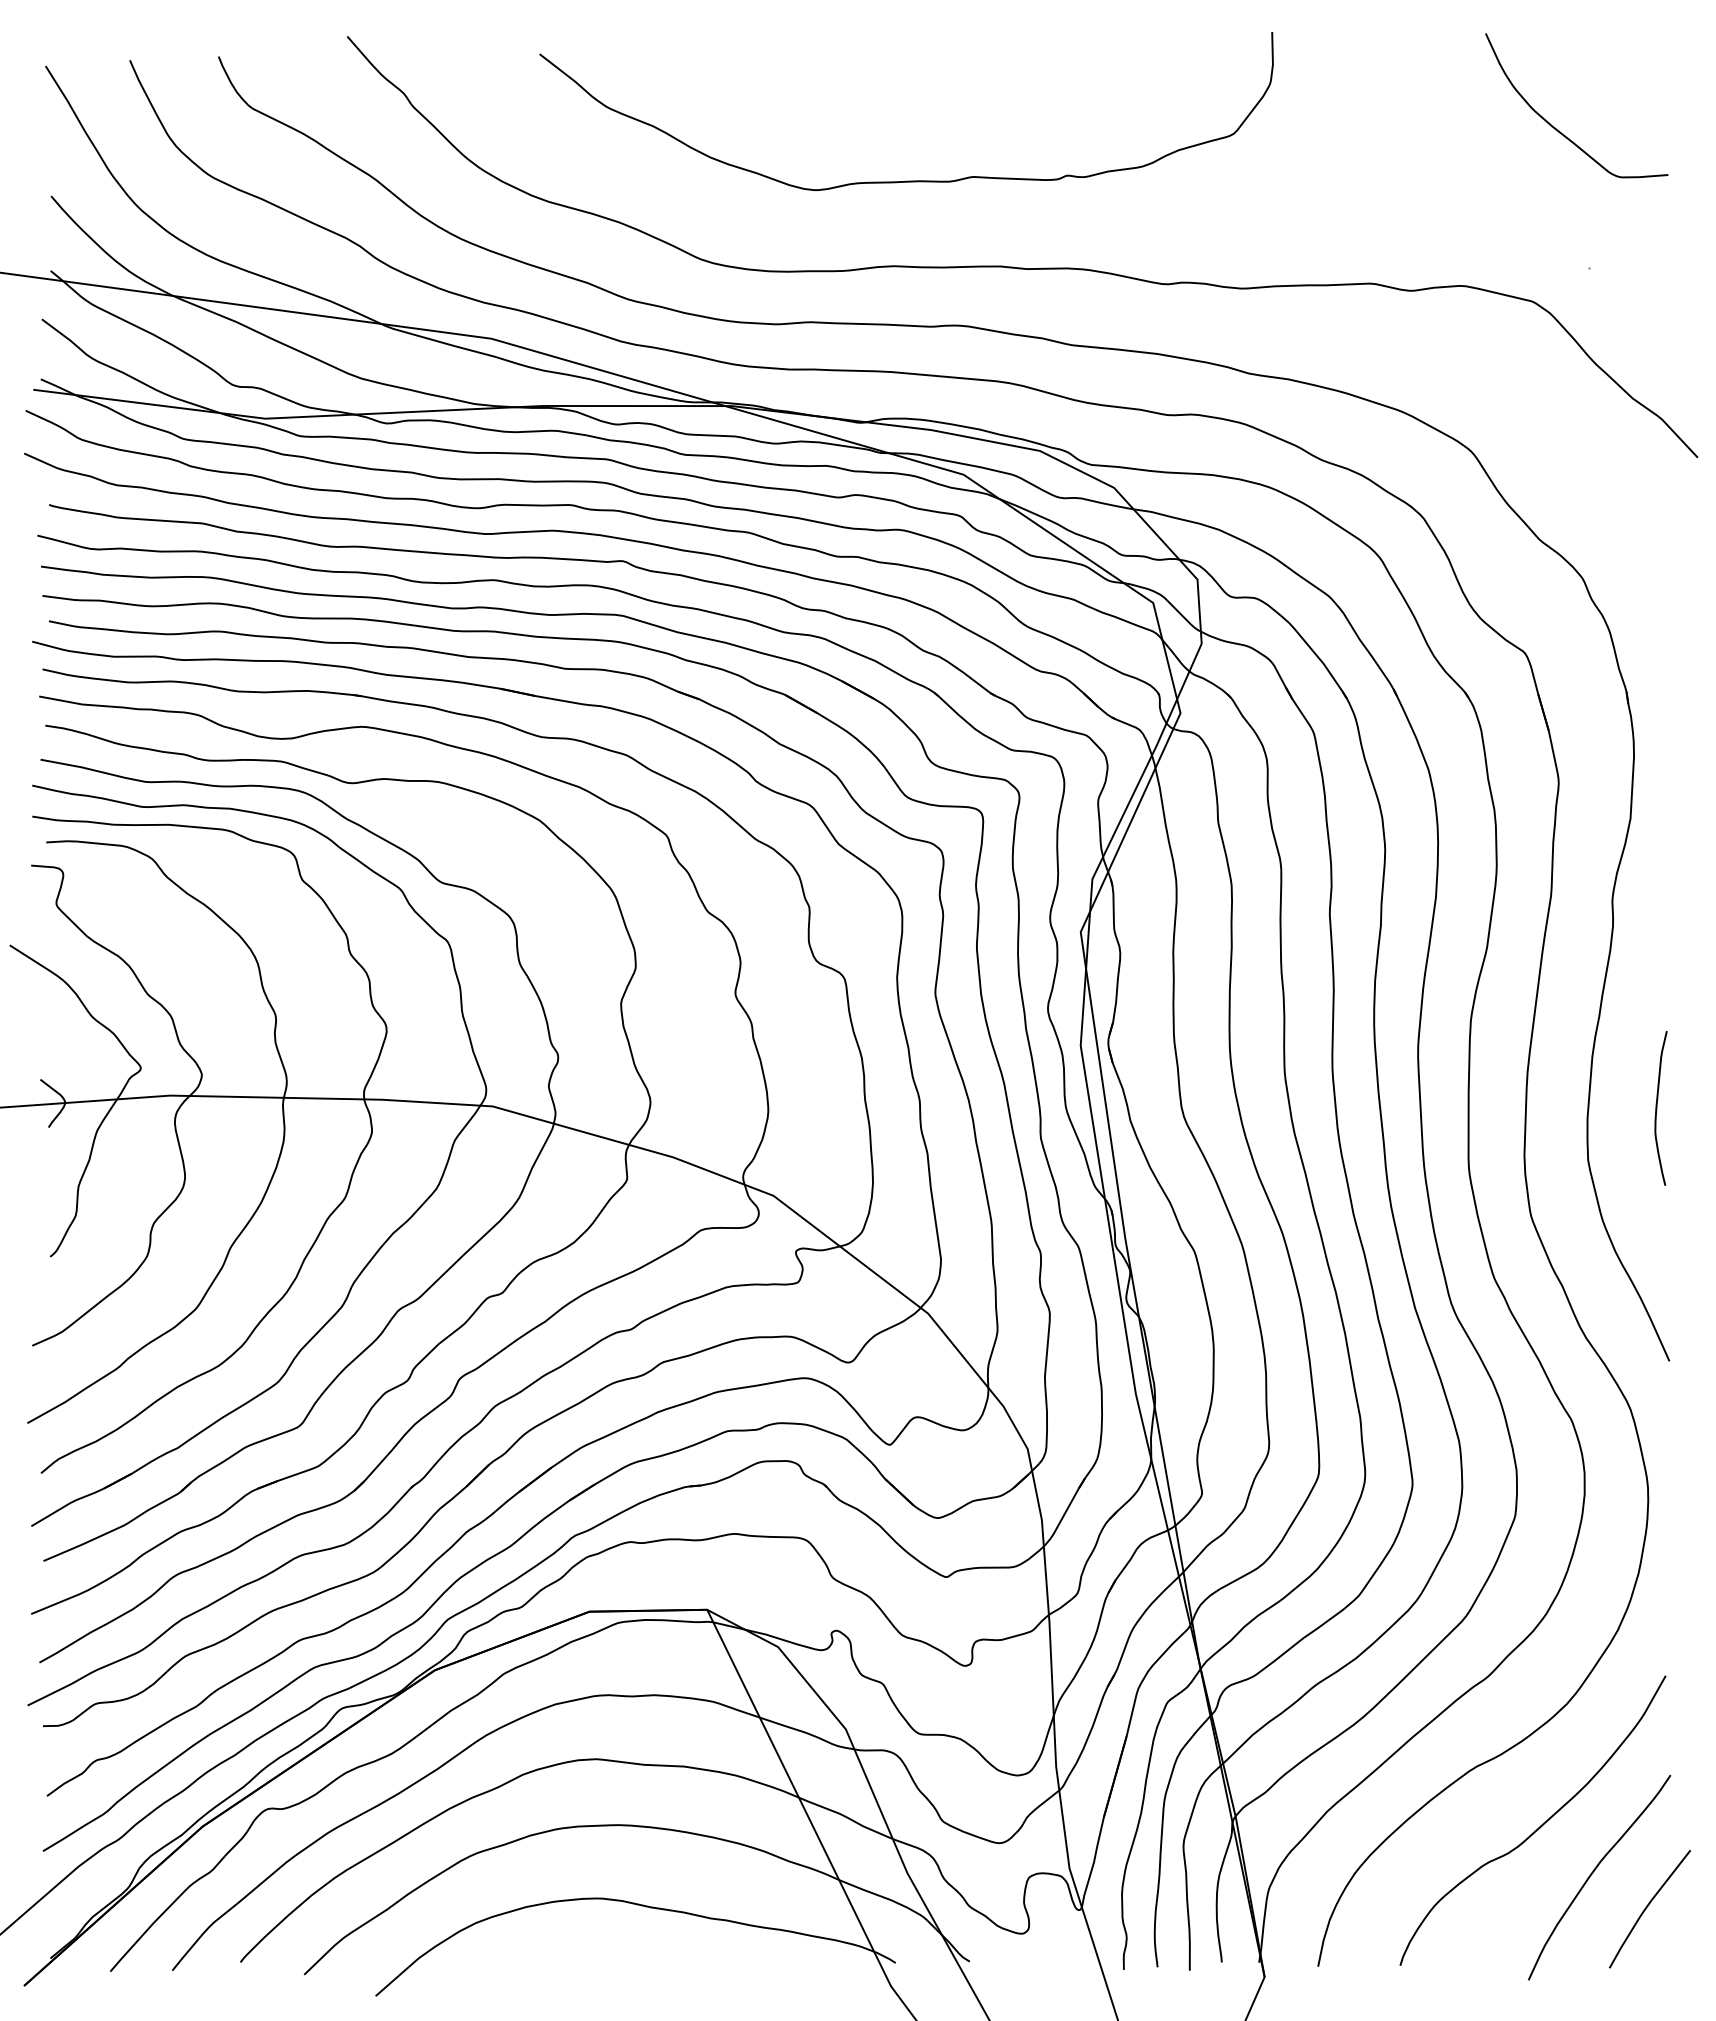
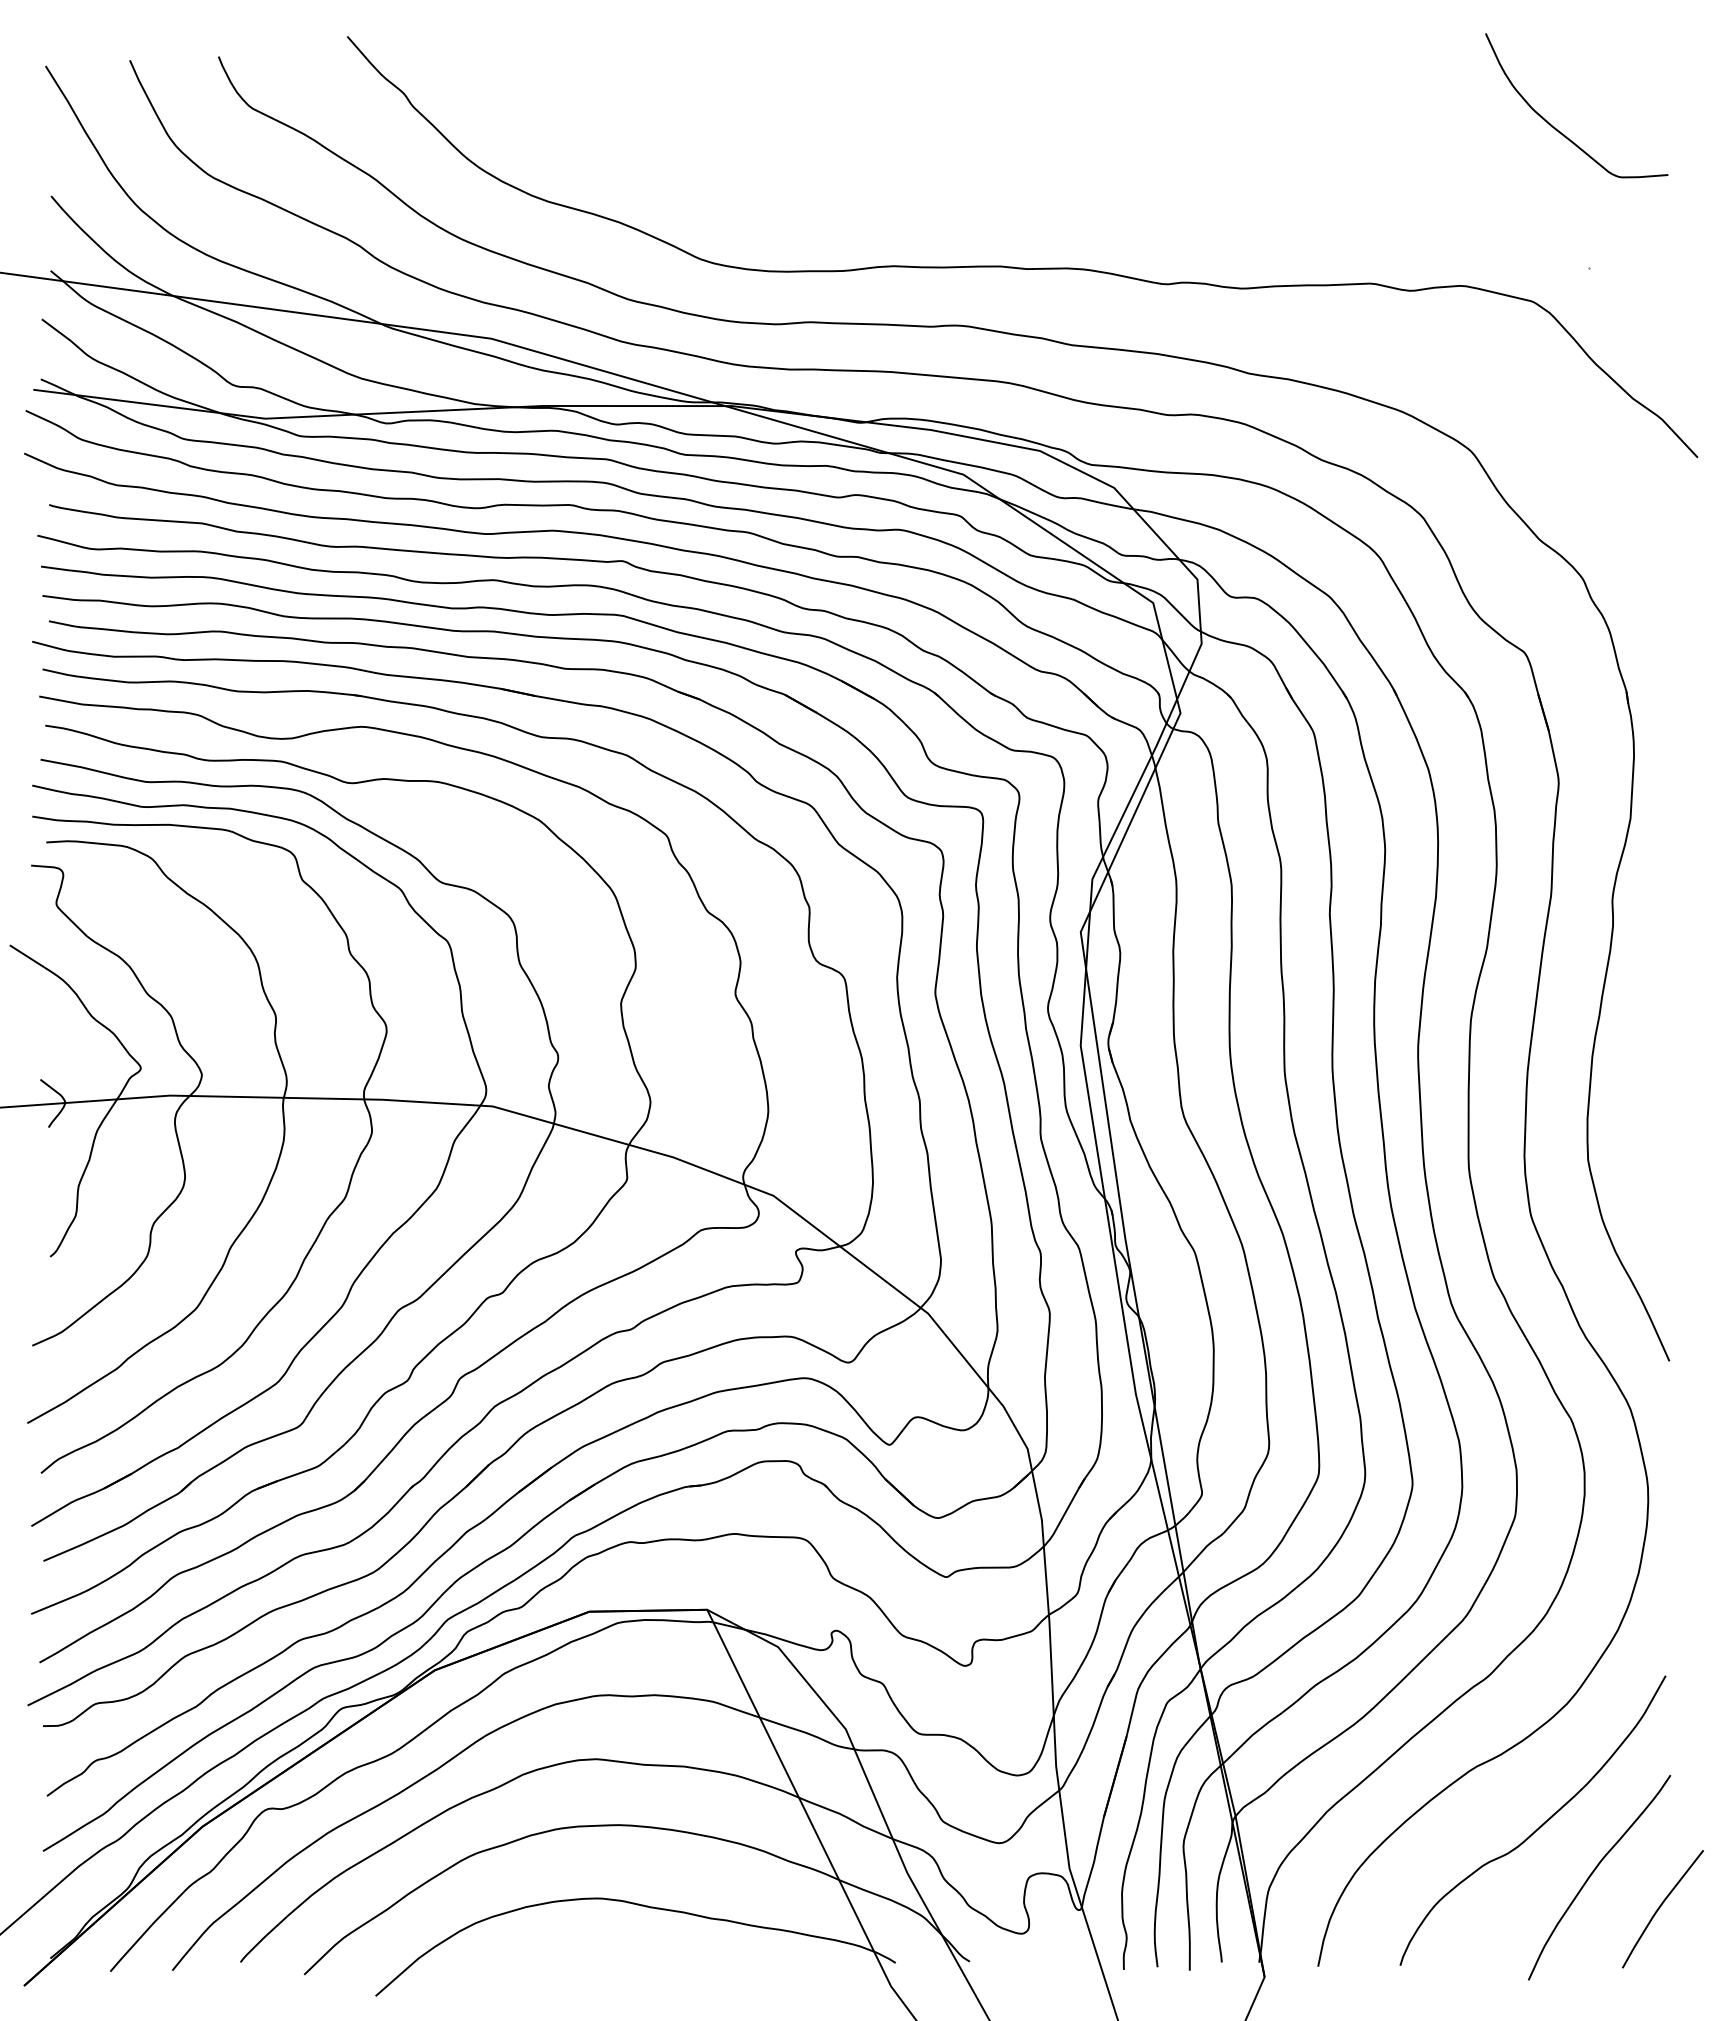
curve at (906, 180): present -> none
curve at (1657, 1108): present -> none
curve at (1647, 1907) position: (1647, 1907) -> (1660, 1907)
